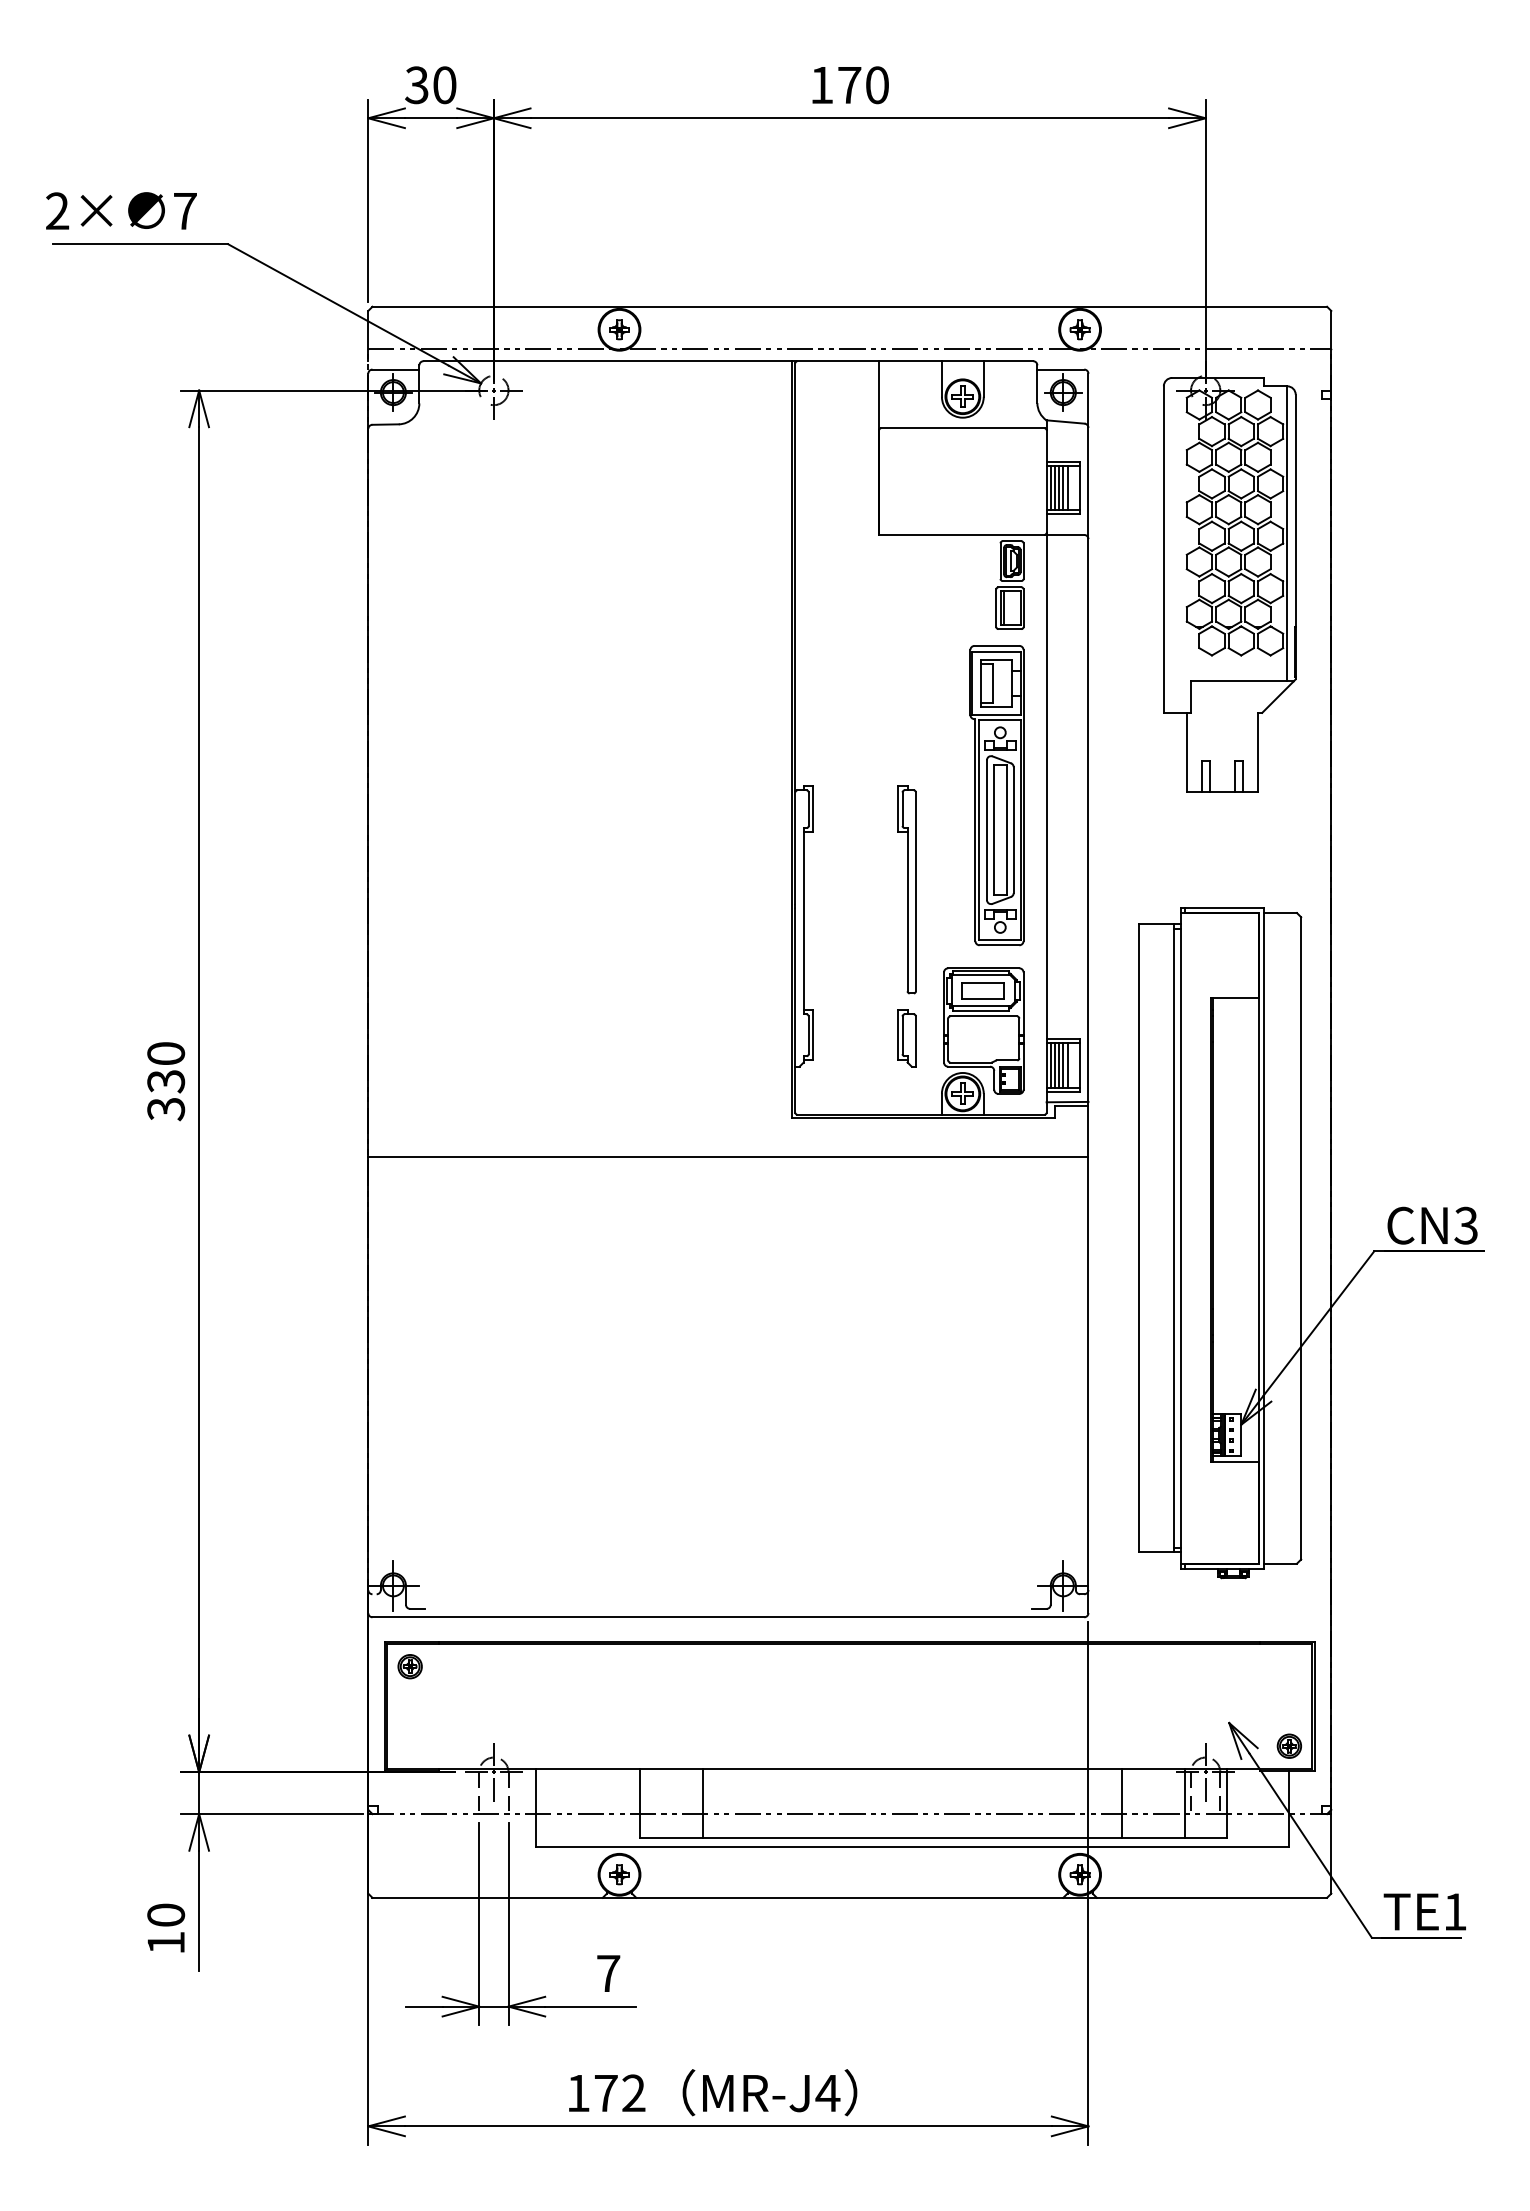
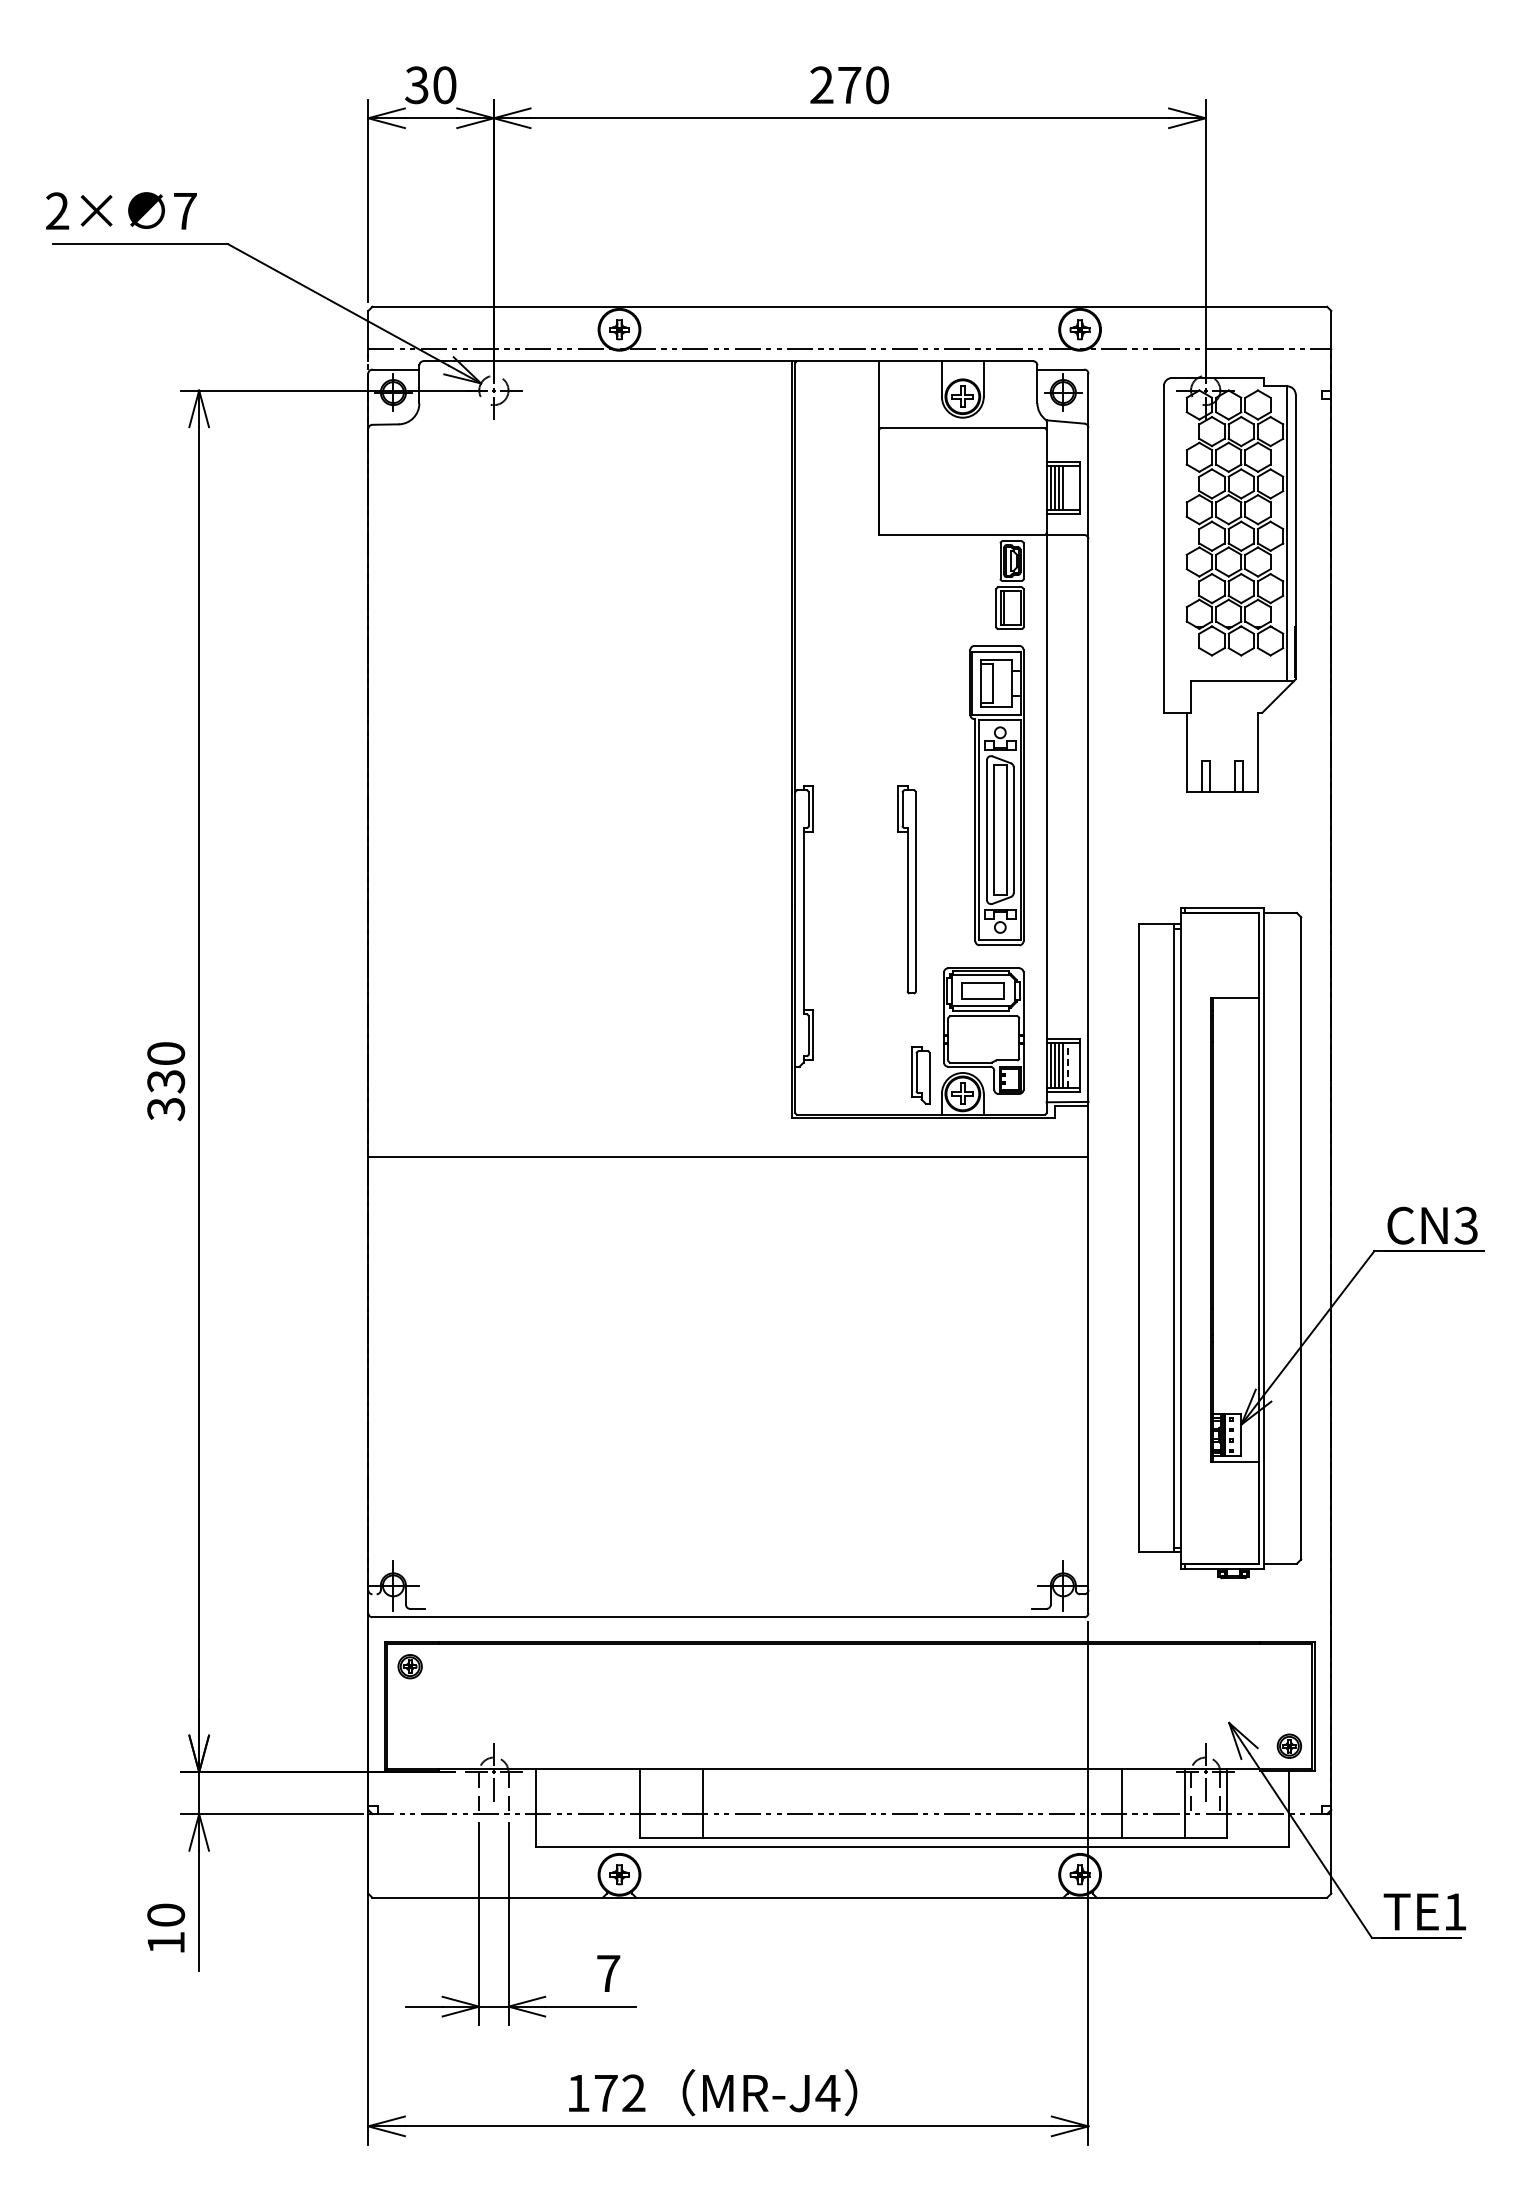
text at (821, 84): 170 -> 270
line at (1067, 487): present -> none
part at (906, 1038) position: (906, 1038) -> (920, 1075)
line at (1067, 1064): solid -> dashed
